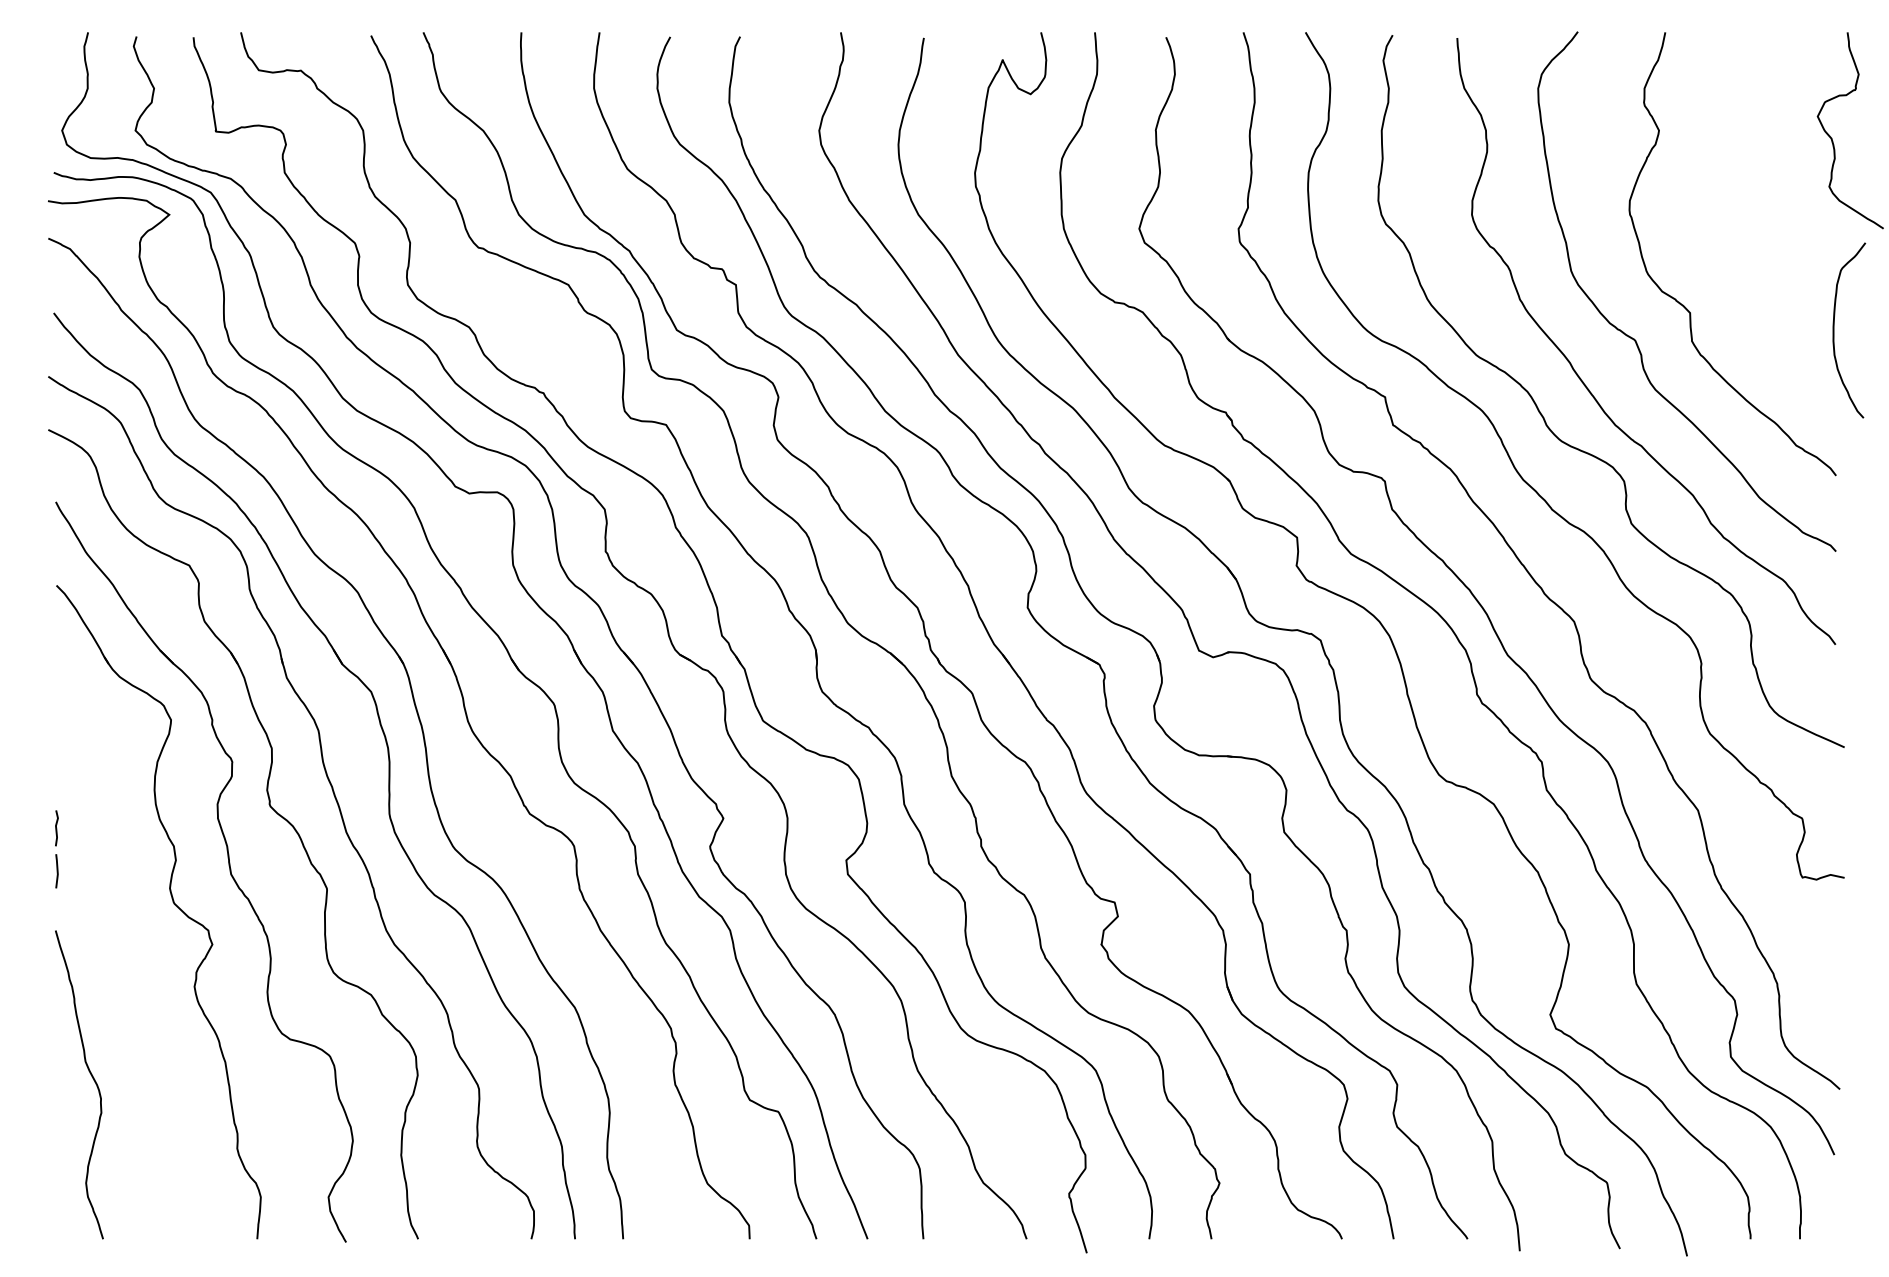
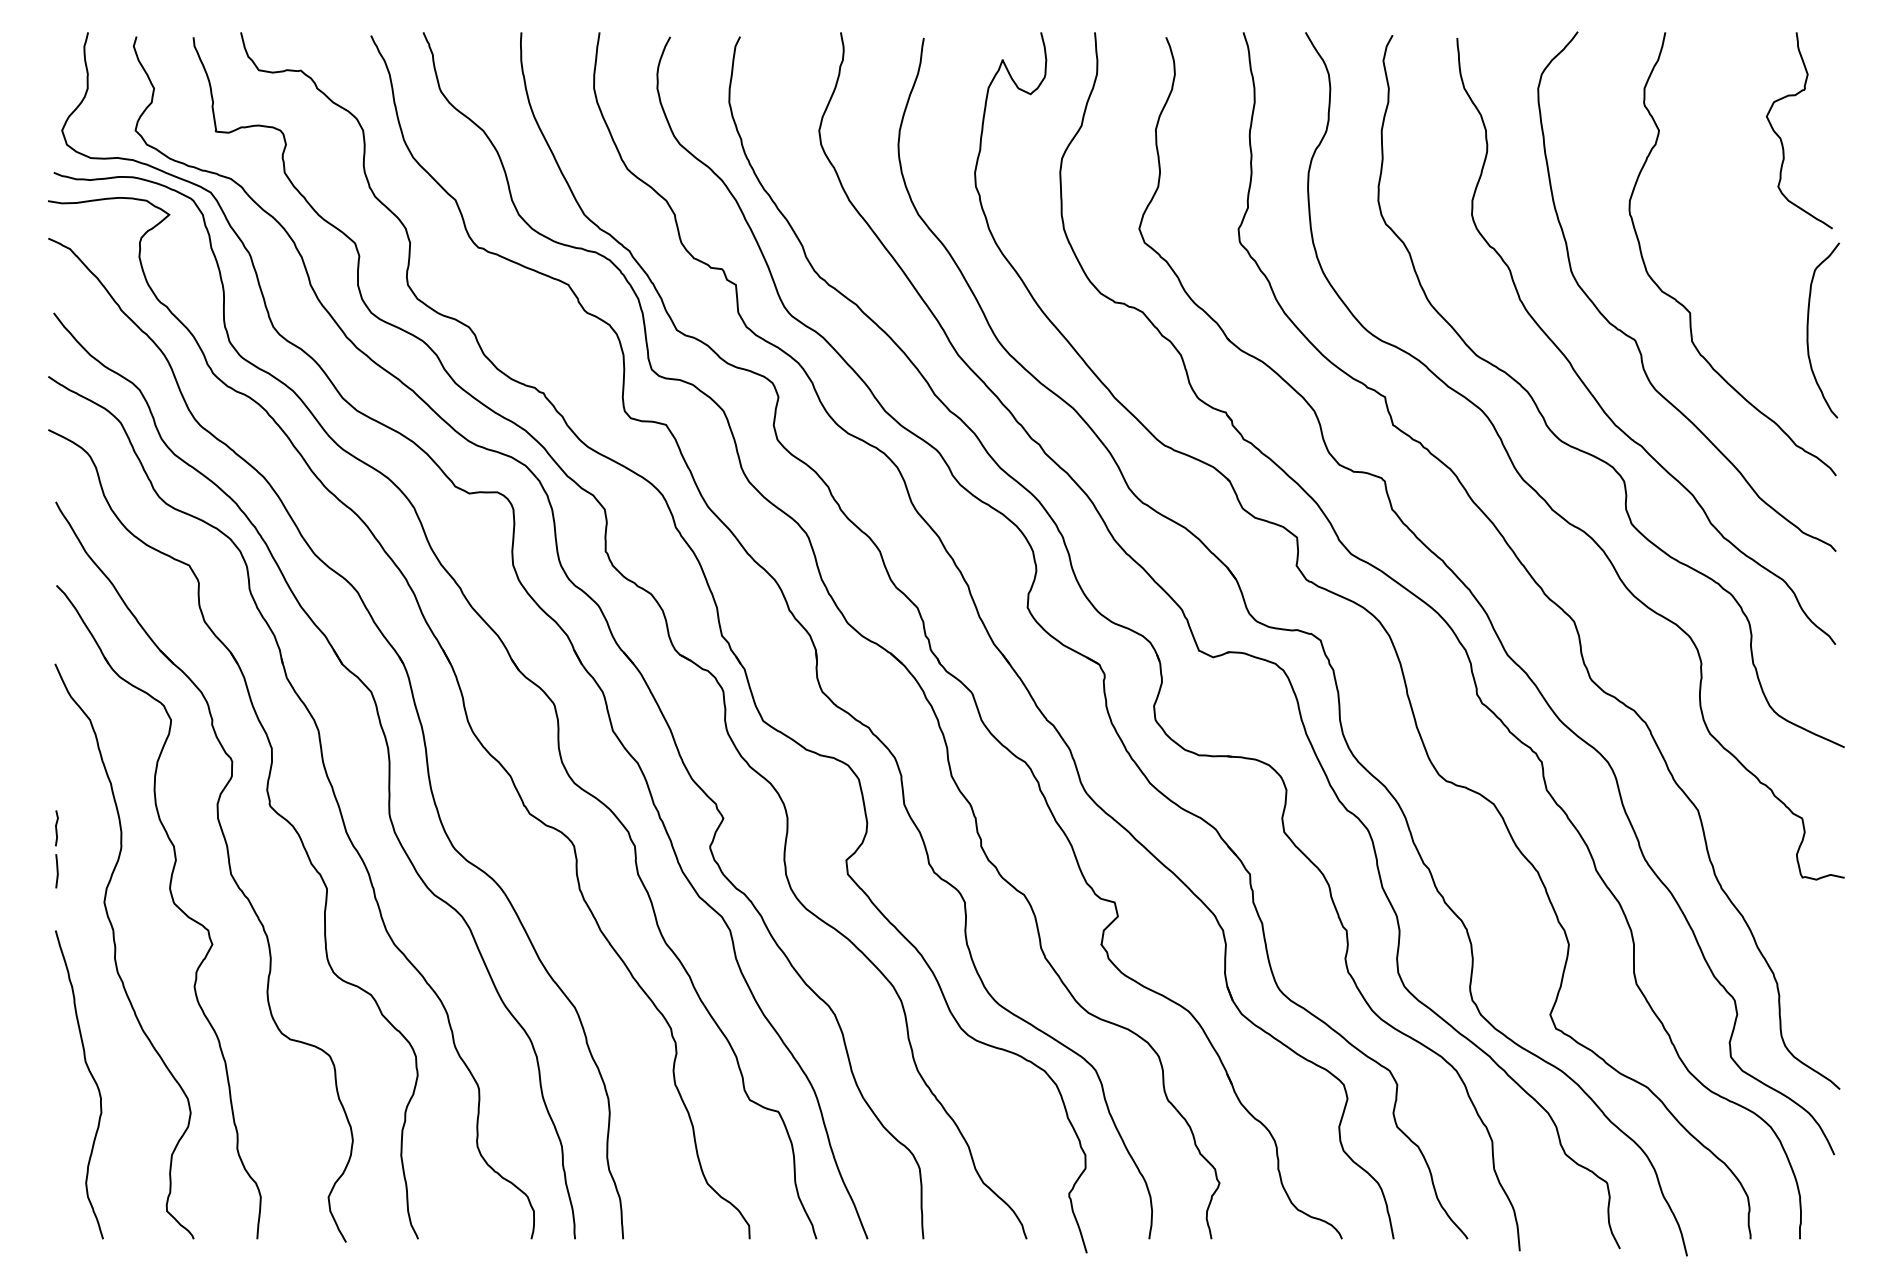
curve at (1832, 138) position: (1832, 138) -> (1781, 138)
curve at (1834, 330) position: (1834, 330) -> (1808, 330)
curve at (116, 951): none -> present
